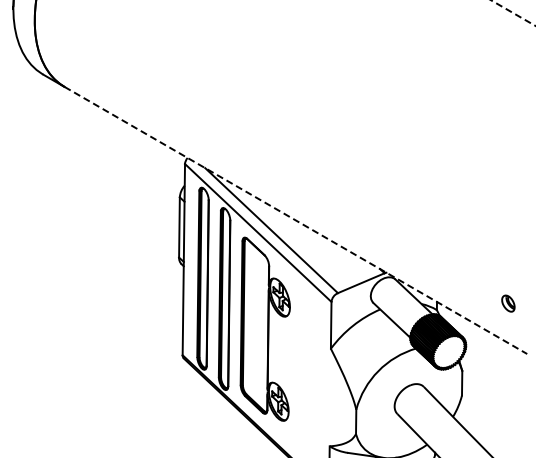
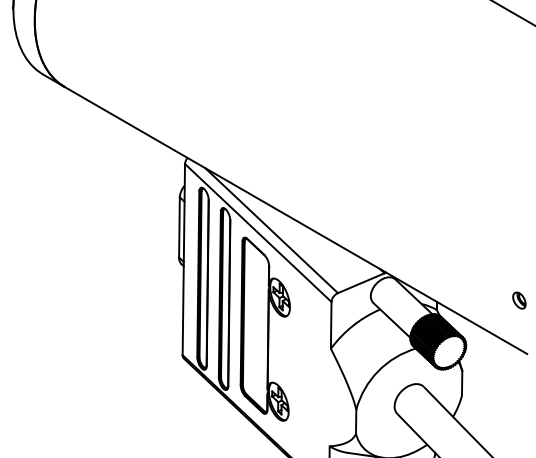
line at (512, 12): dashed -> solid
line at (296, 220): dashed -> solid
part at (508, 303) position: (508, 303) -> (519, 300)
